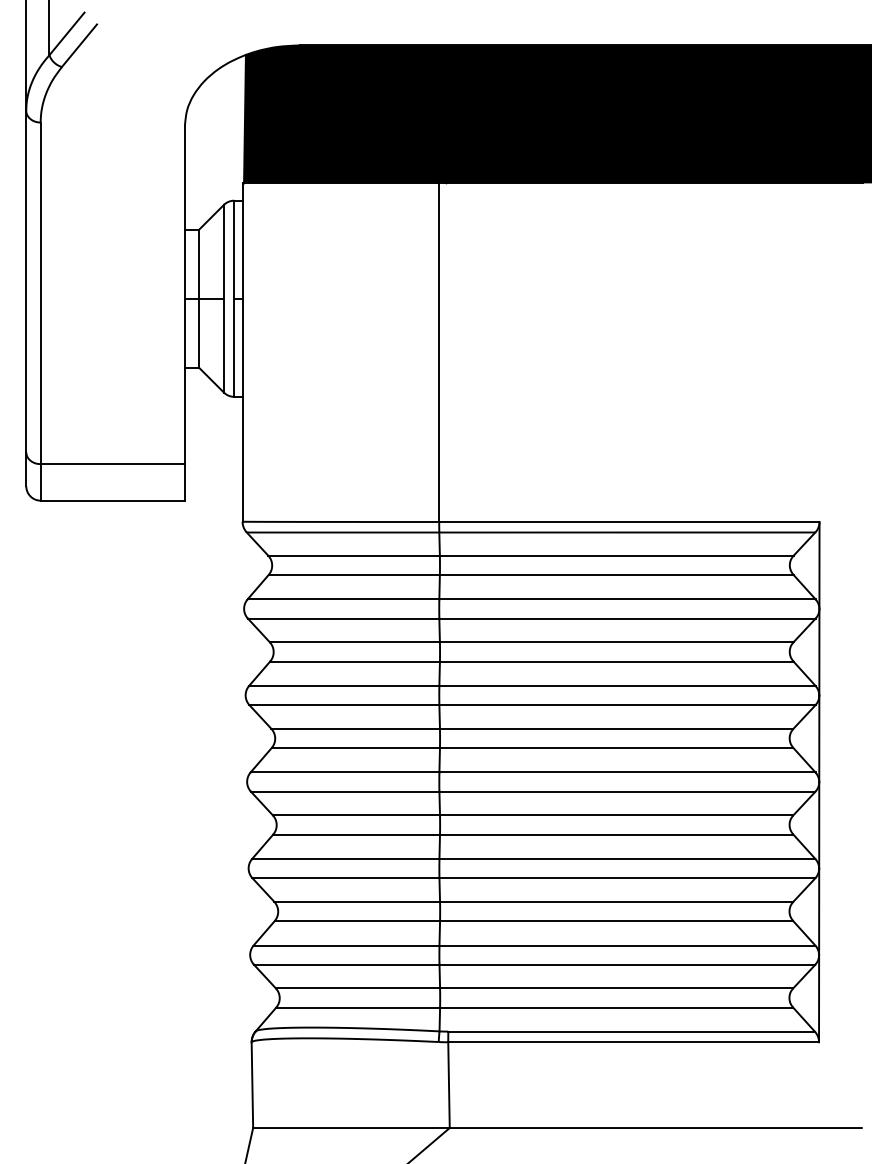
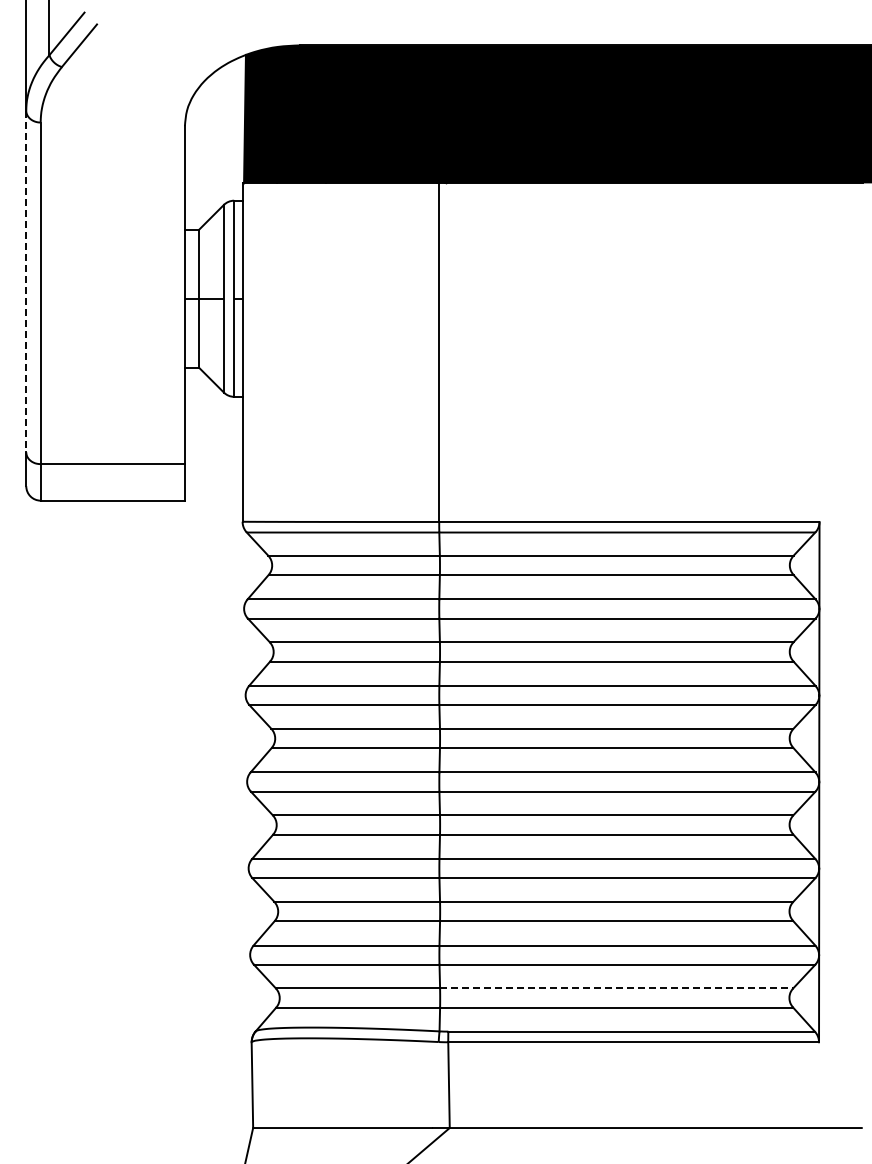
line at (26, 281): solid -> dashed
line at (616, 988): solid -> dashed
